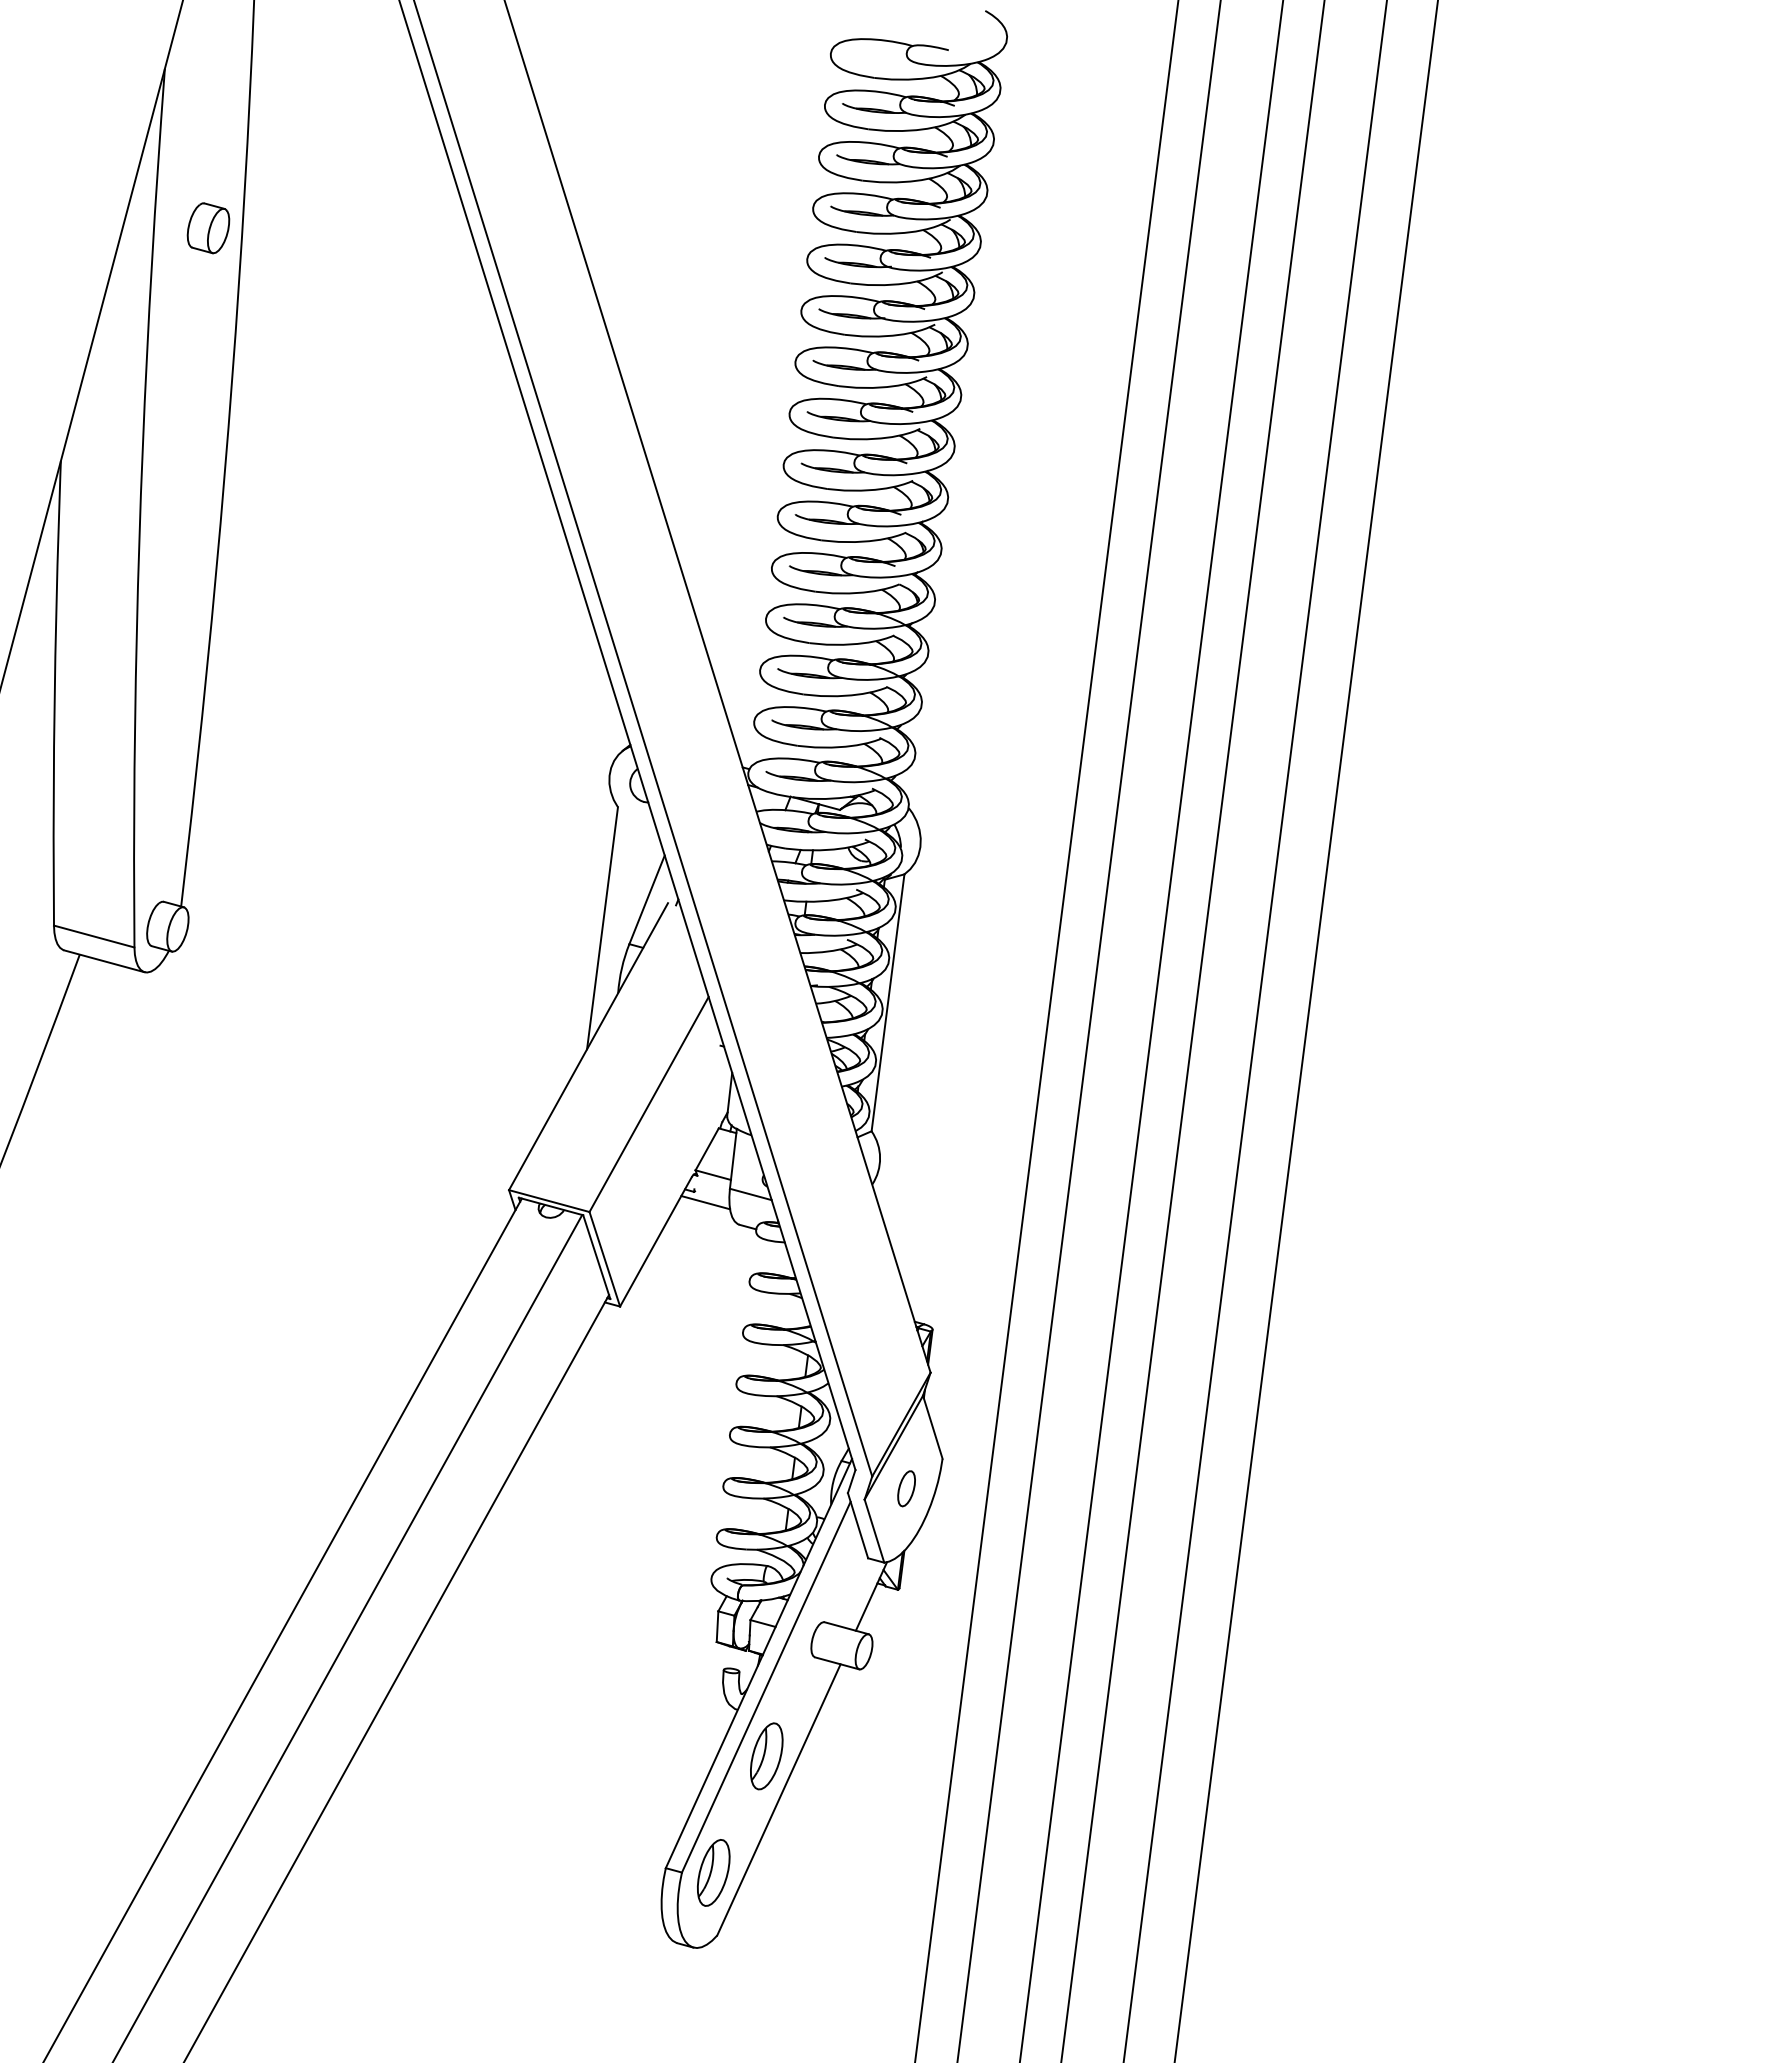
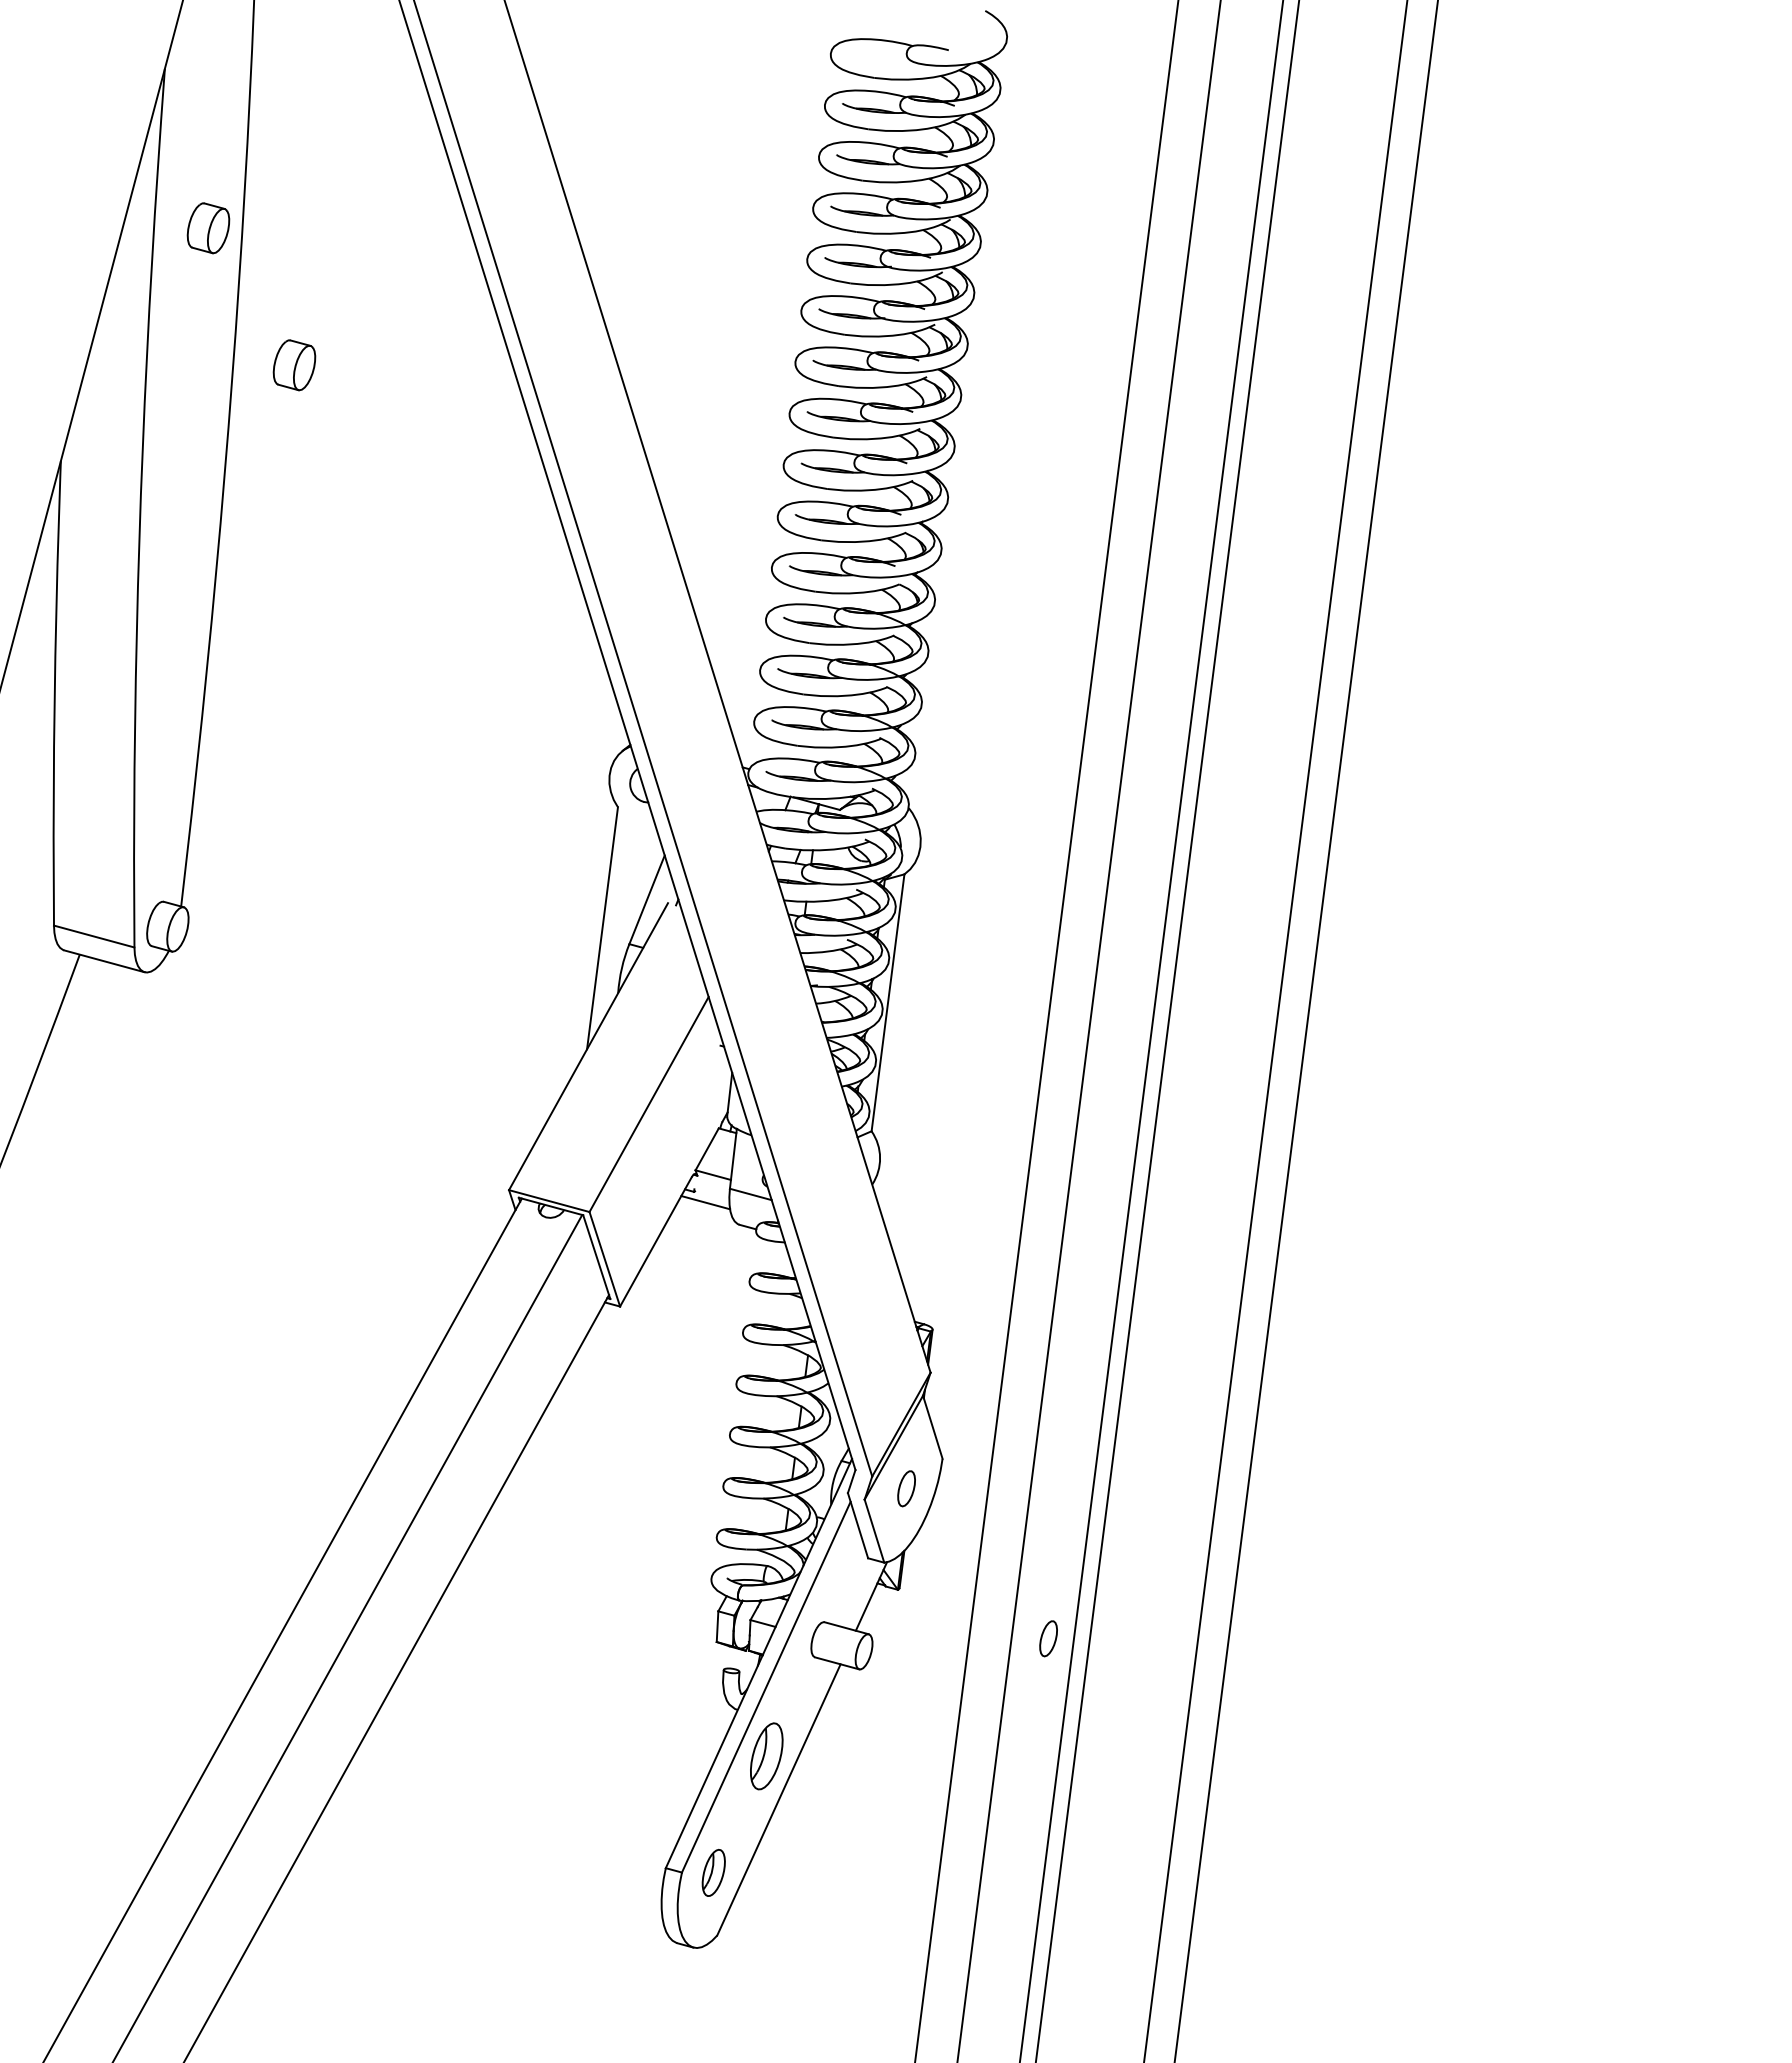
part at (294, 365): none -> present
line at (1192, 1030) position: (1192, 1030) -> (1167, 1030)
line at (1255, 1030) position: (1255, 1030) -> (1275, 1030)
part at (1048, 1638): none -> present
part at (713, 1872) size: 34x68 px -> 25x49 px
